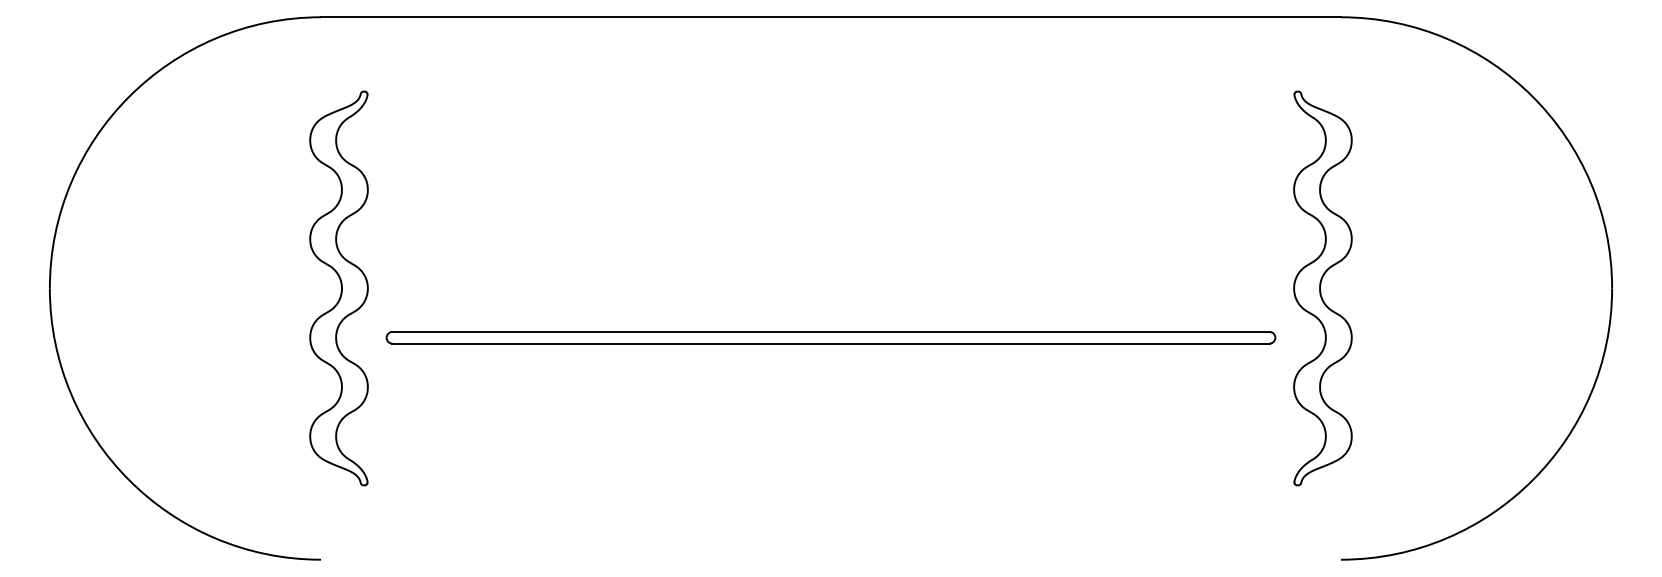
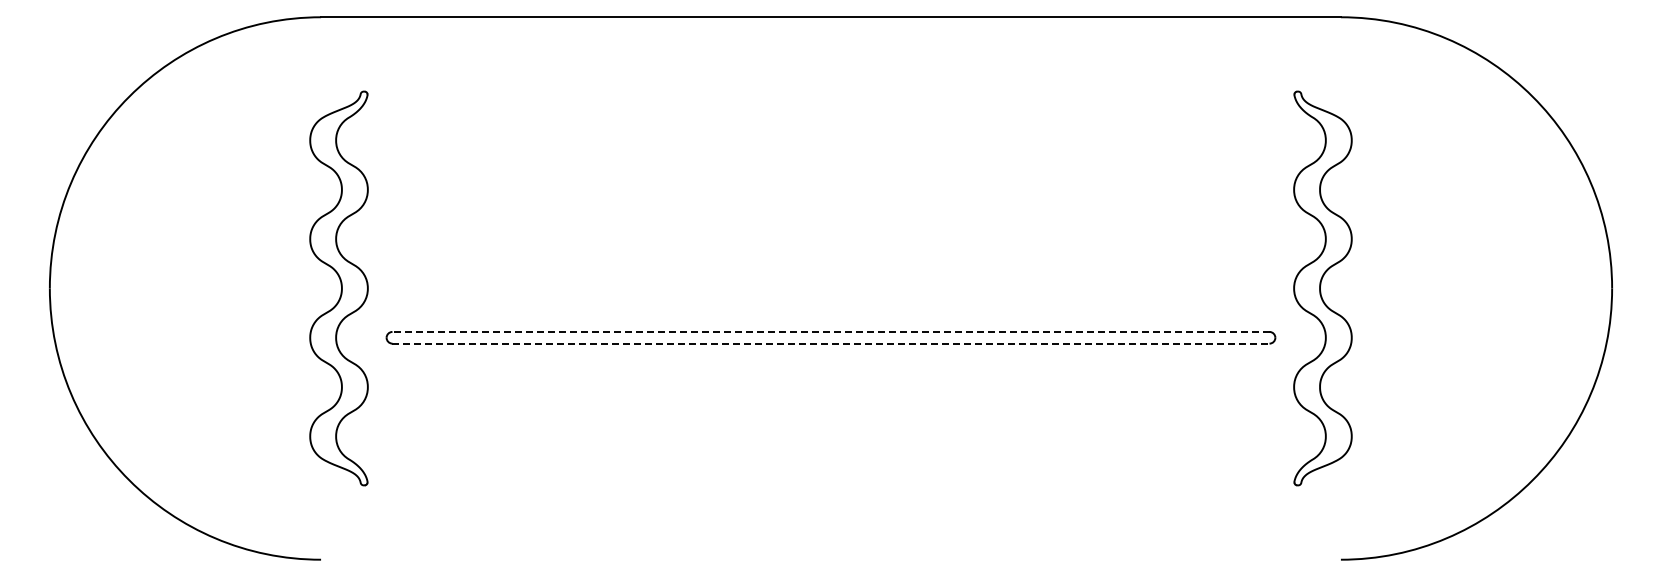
line at (830, 331): solid -> dashed
line at (830, 343): solid -> dashed
